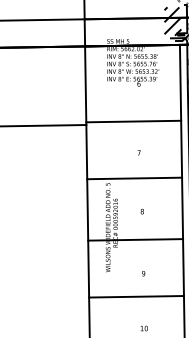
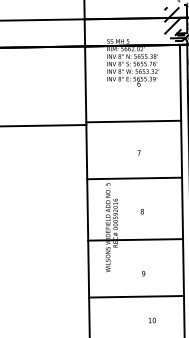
text at (143, 328) position: (143, 328) -> (151, 320)
